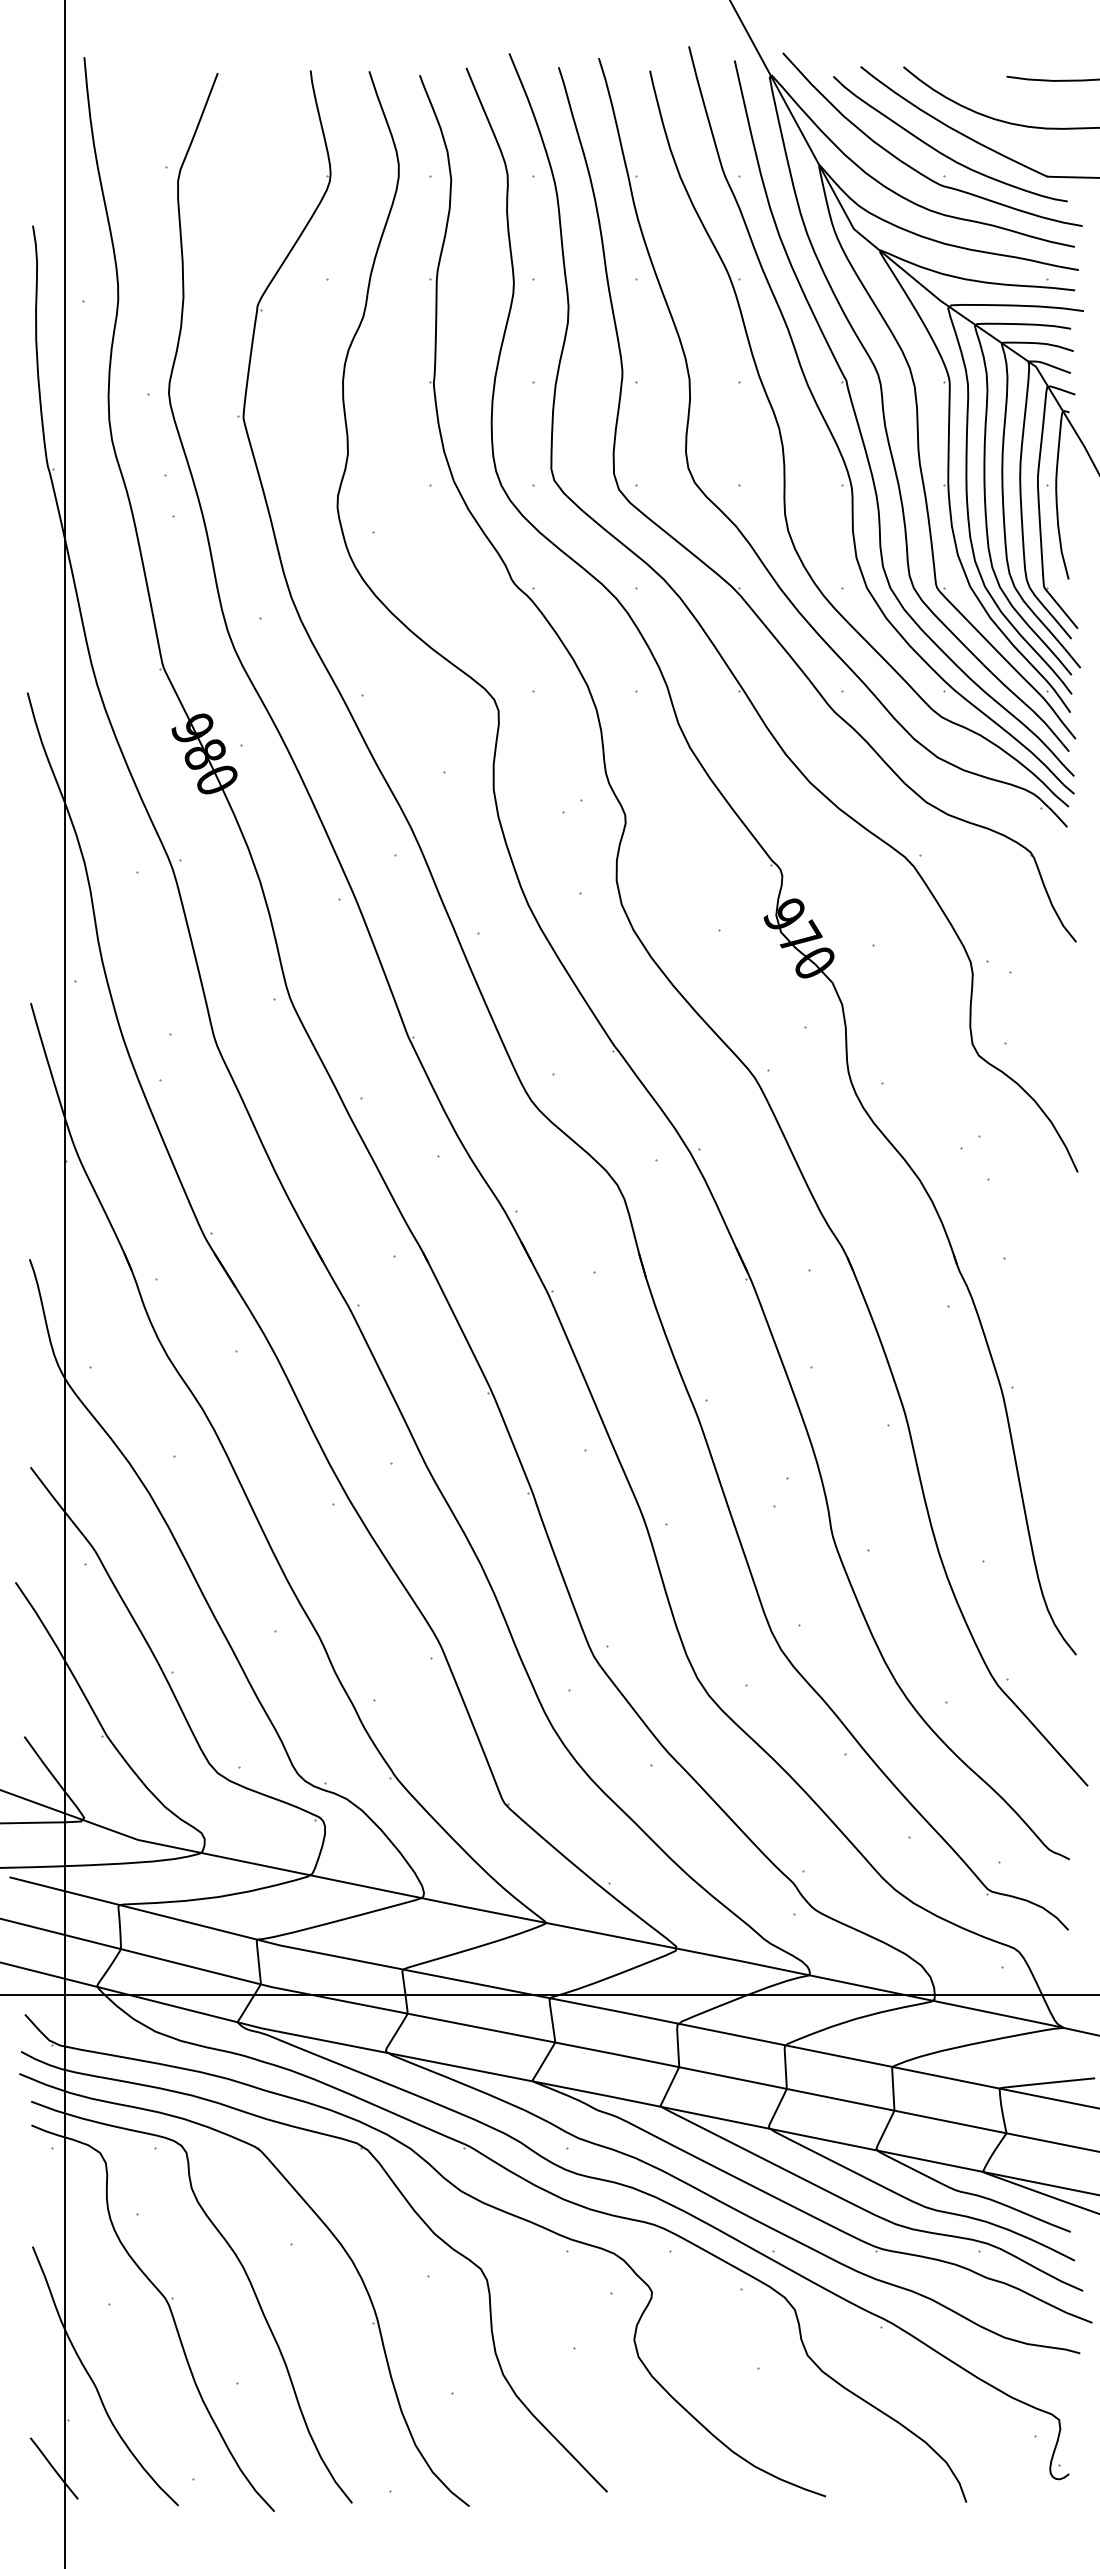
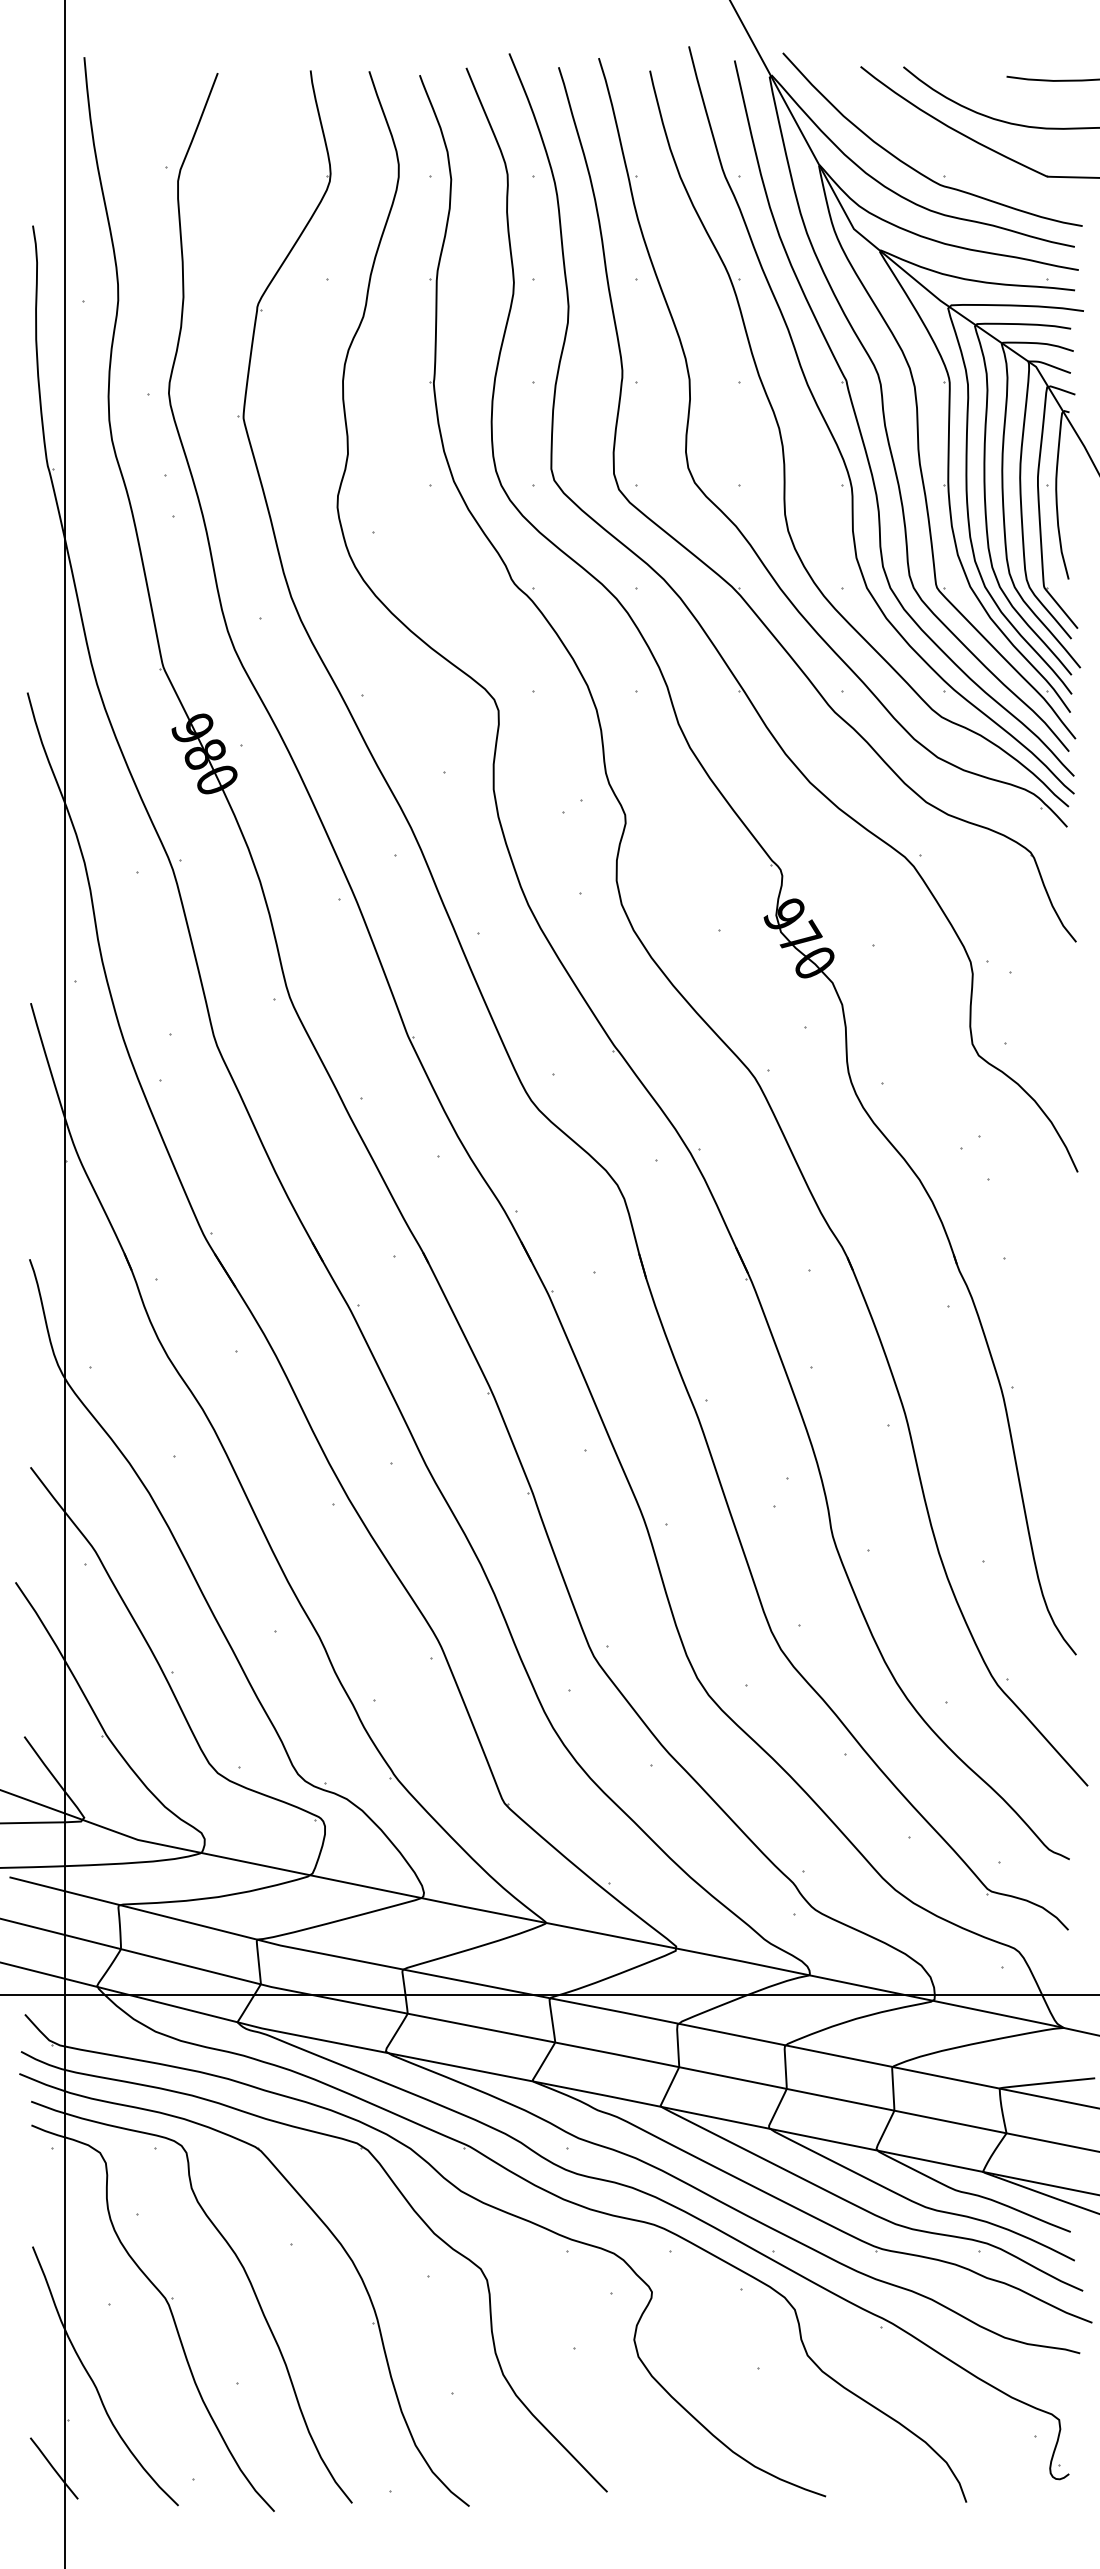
curve at (940, 151): present -> none
